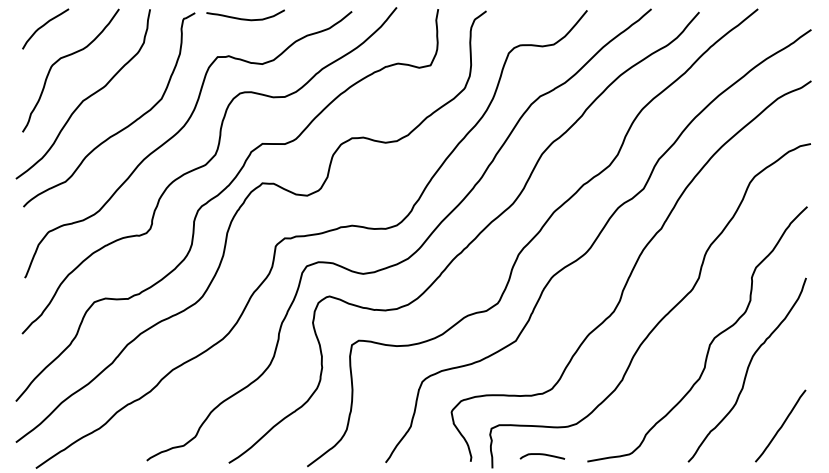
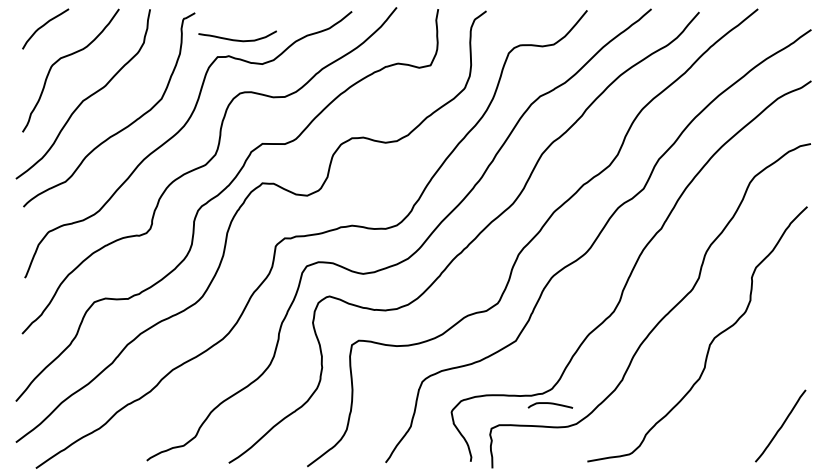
curve at (245, 18) position: (245, 18) -> (237, 39)
curve at (746, 369): present -> none
curve at (542, 455) position: (542, 455) -> (550, 404)
